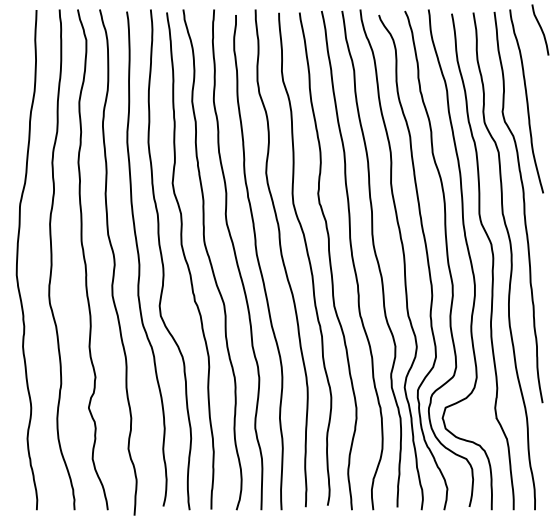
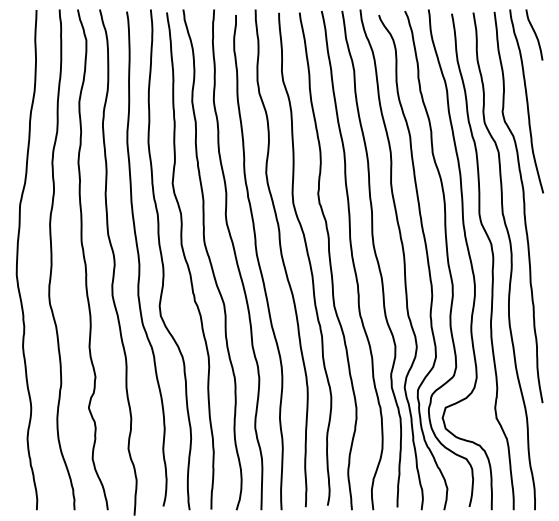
curve at (540, 29) position: (540, 29) -> (534, 34)
